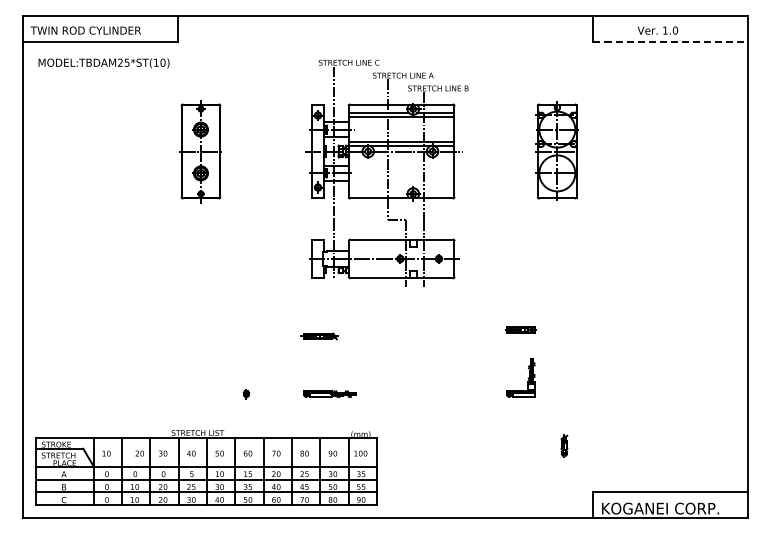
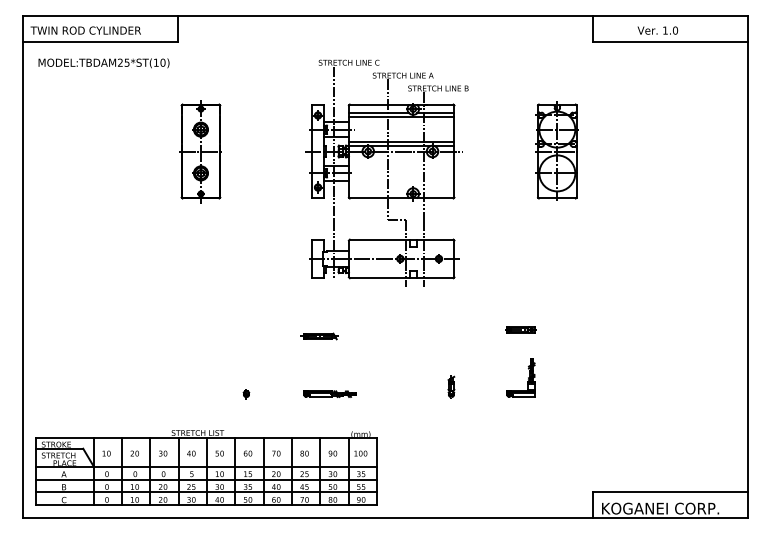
line at (671, 41): dashed -> solid
part at (564, 445) position: (564, 445) -> (451, 386)
text at (139, 453) position: (139, 453) -> (134, 453)
